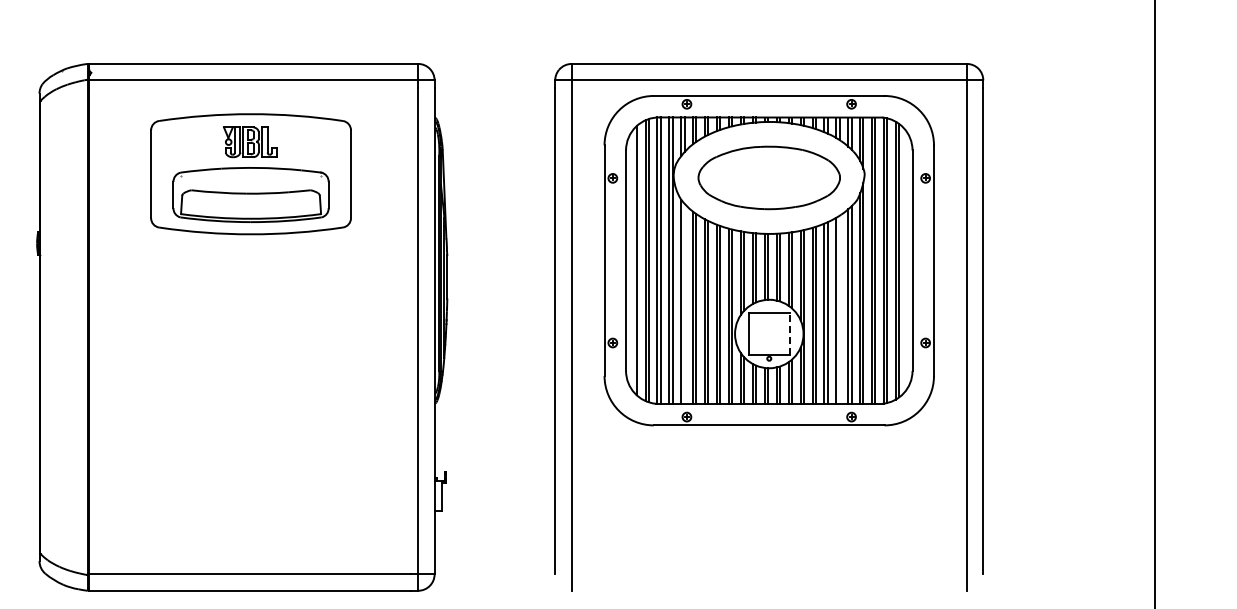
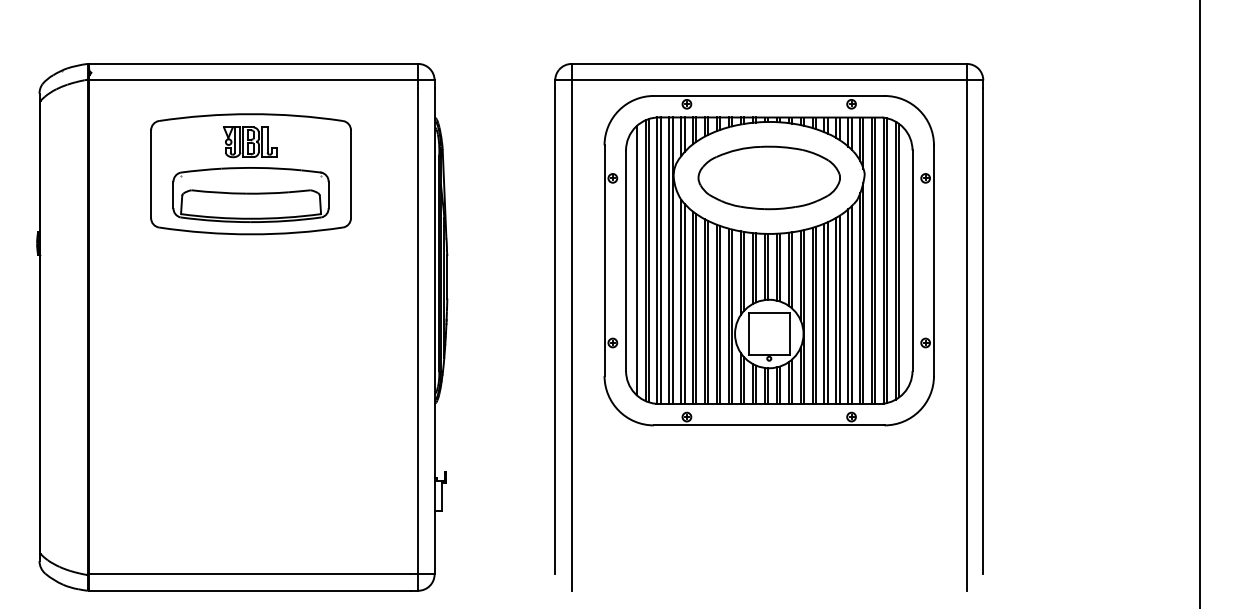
line at (684, 303): none -> present
line at (1154, 303) position: (1154, 303) -> (1199, 303)
line at (839, 309): none -> present
line at (790, 334): dashed -> solid
